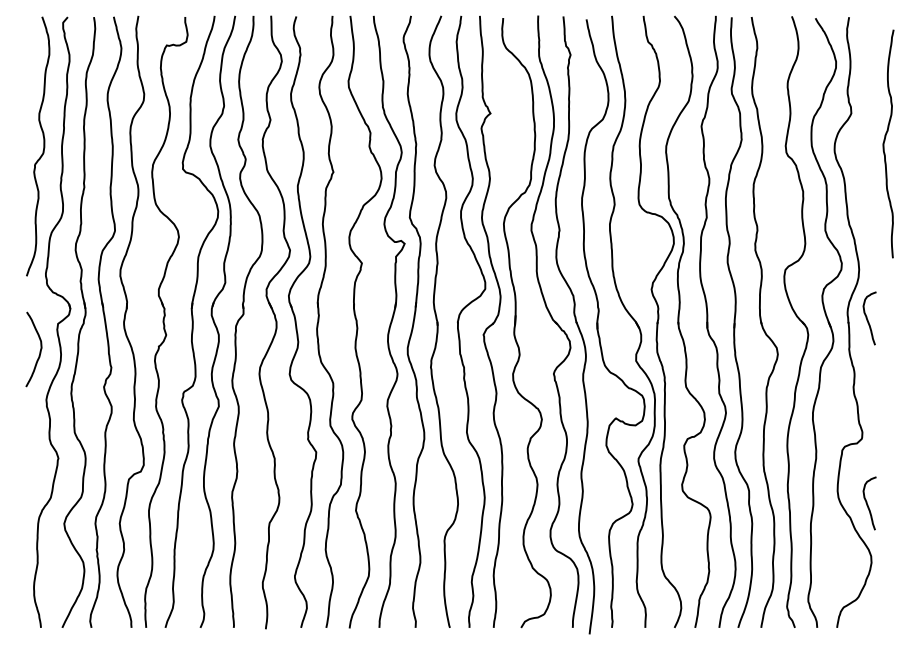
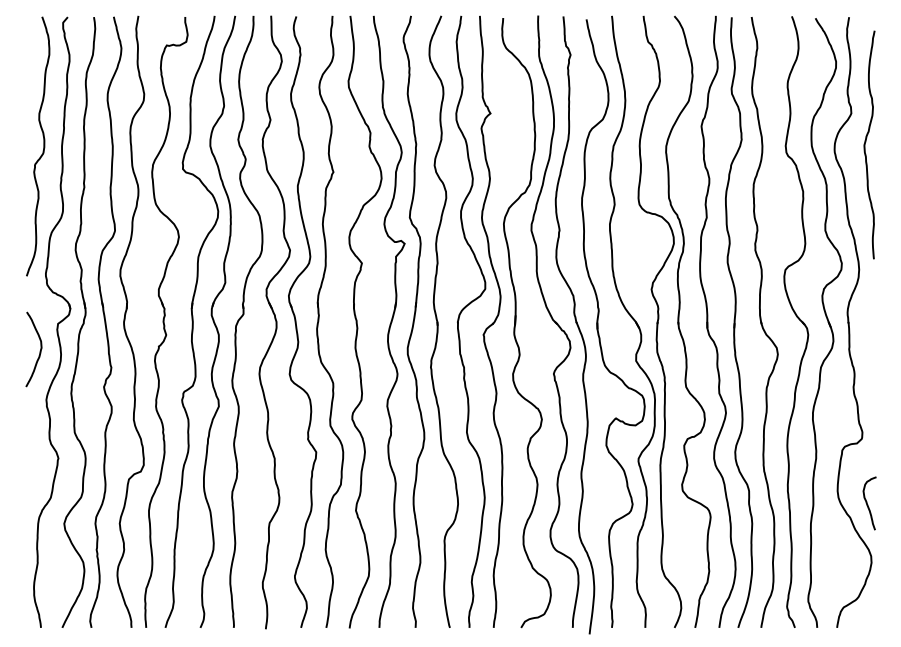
curve at (885, 141) position: (885, 141) -> (866, 142)
curve at (868, 319): present -> none
